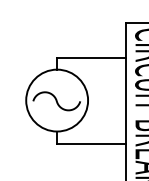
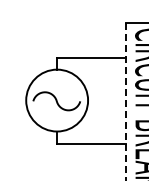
line at (125, 102): solid -> dashed
